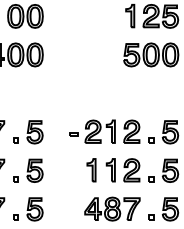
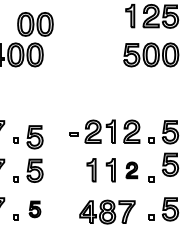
part at (25, 16) position: (25, 16) -> (35, 24)
part at (34, 132) position: (34, 132) -> (34, 137)
part at (131, 170) size: 18x25 px -> 14x19 px
part at (170, 170) position: (170, 170) -> (170, 164)
part at (112, 208) position: (112, 208) -> (107, 211)
part at (34, 209) size: 18x25 px -> 14x19 px
